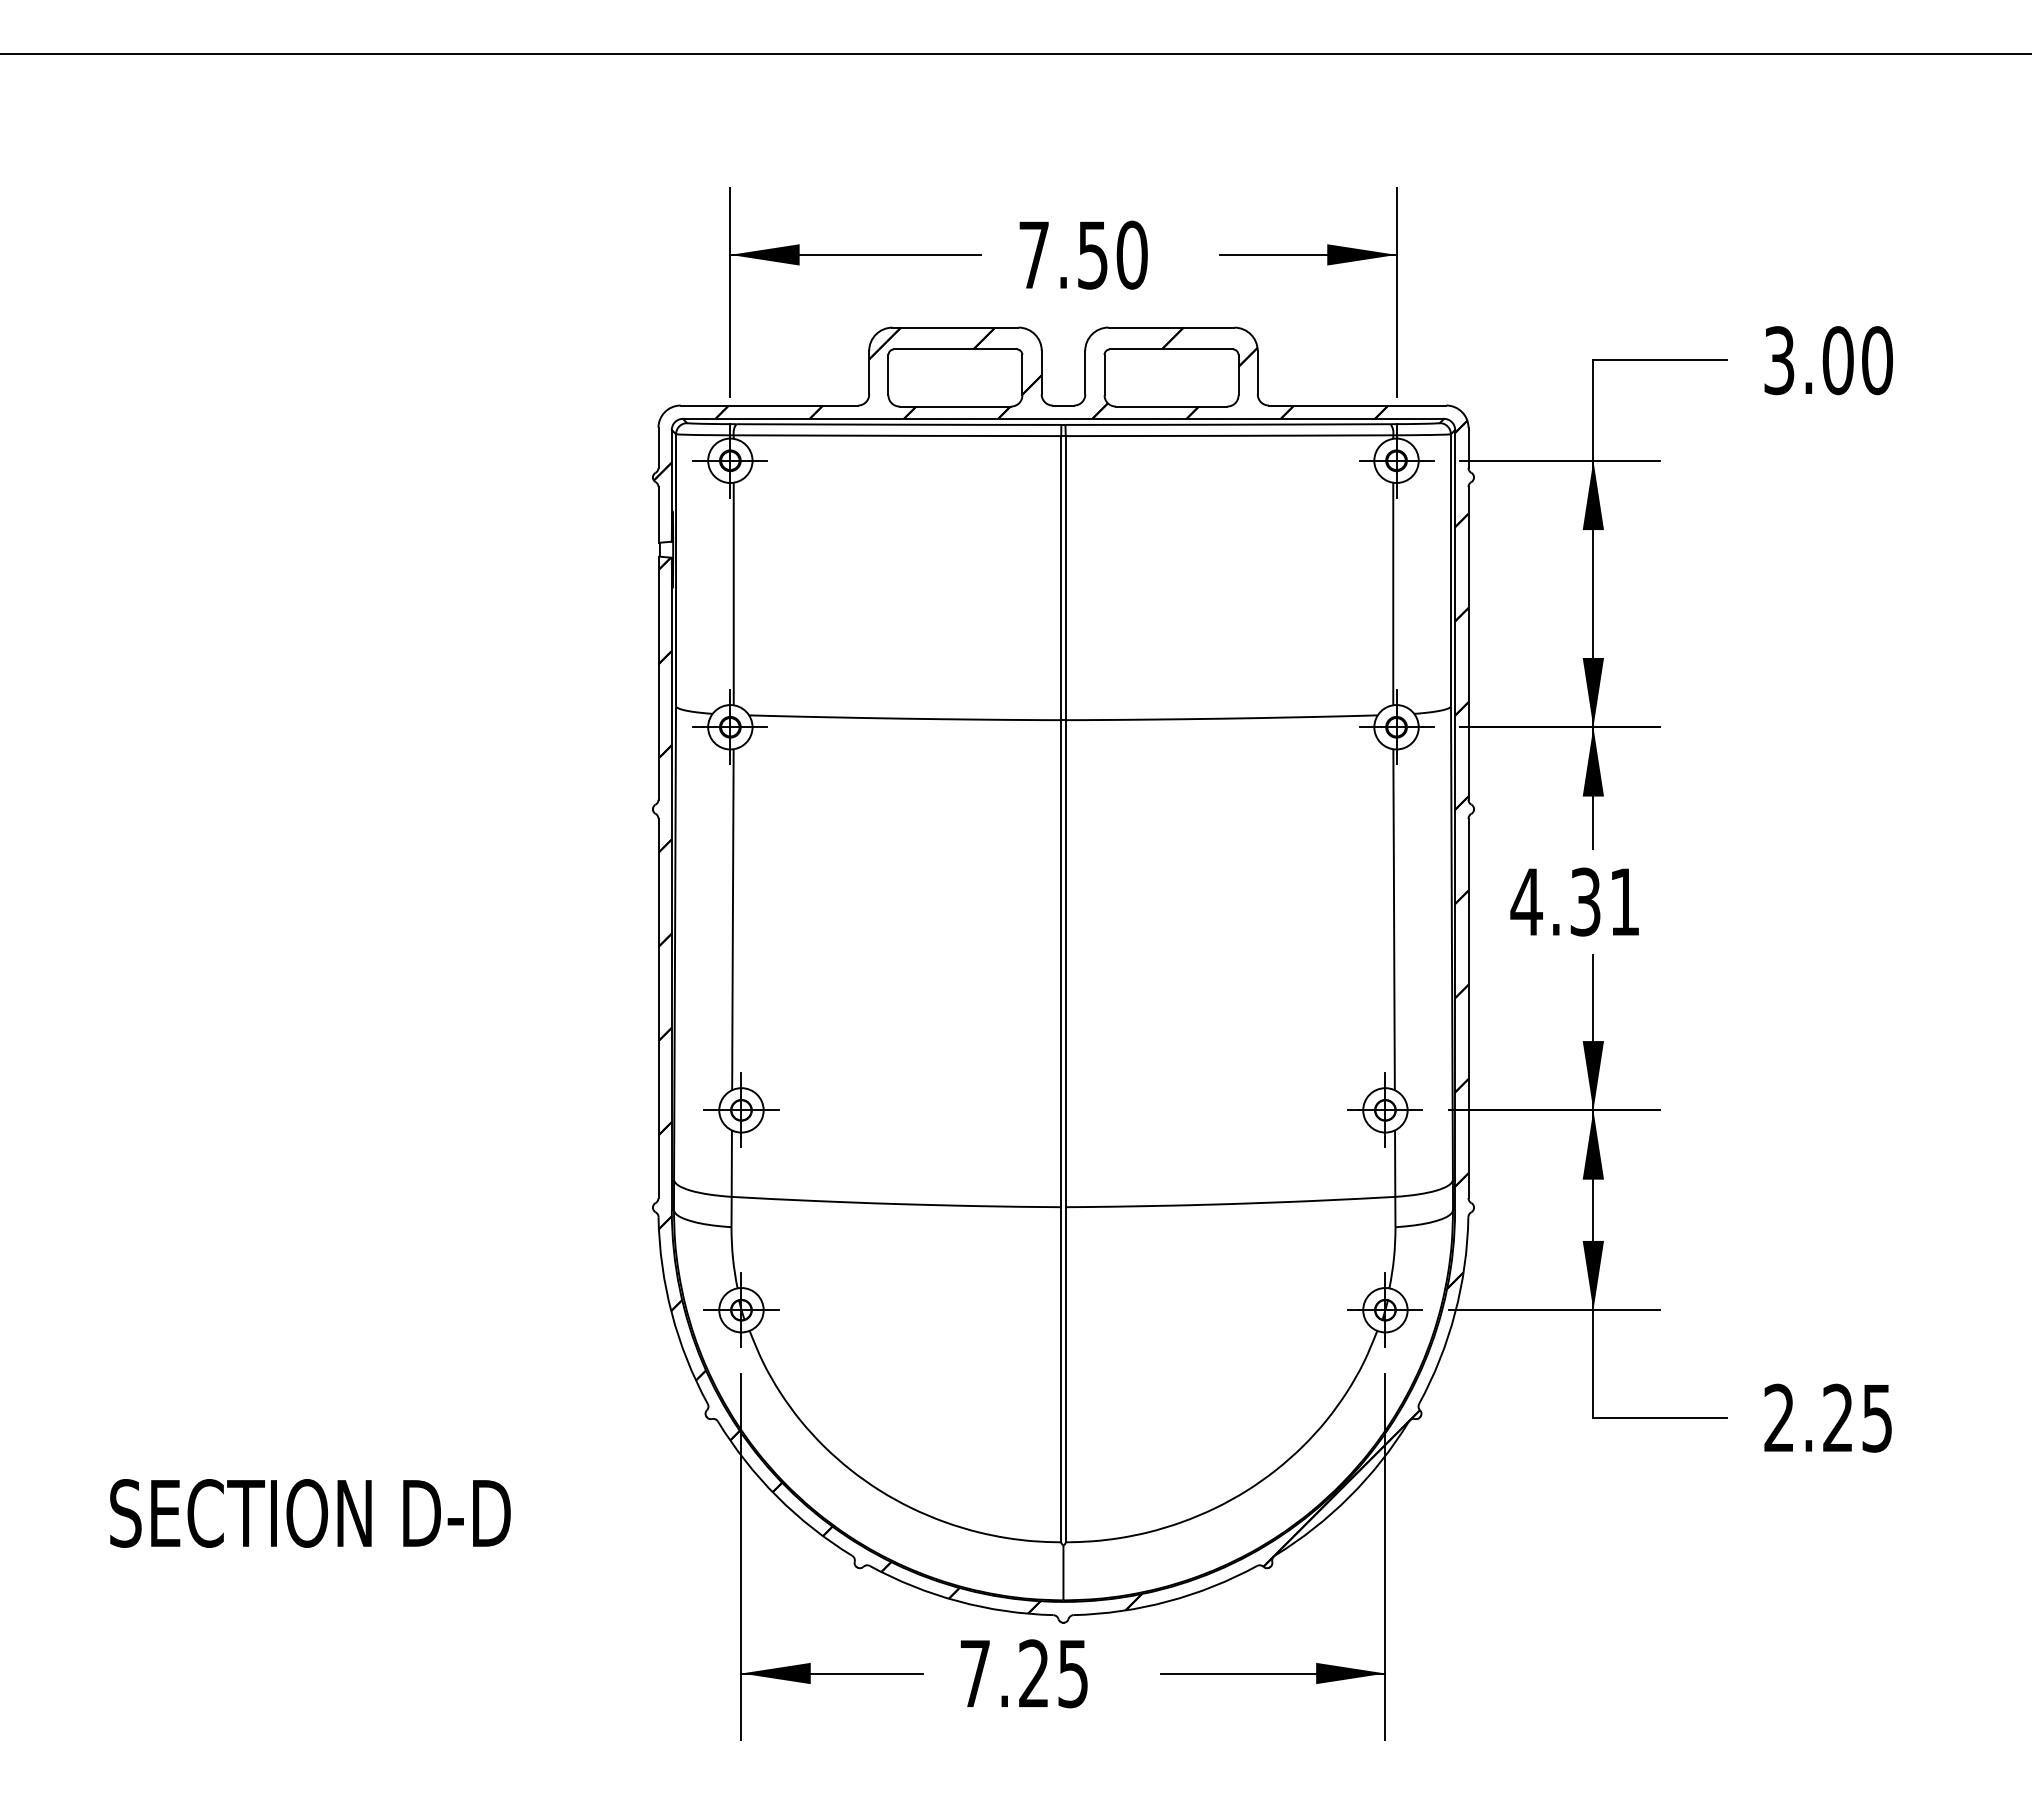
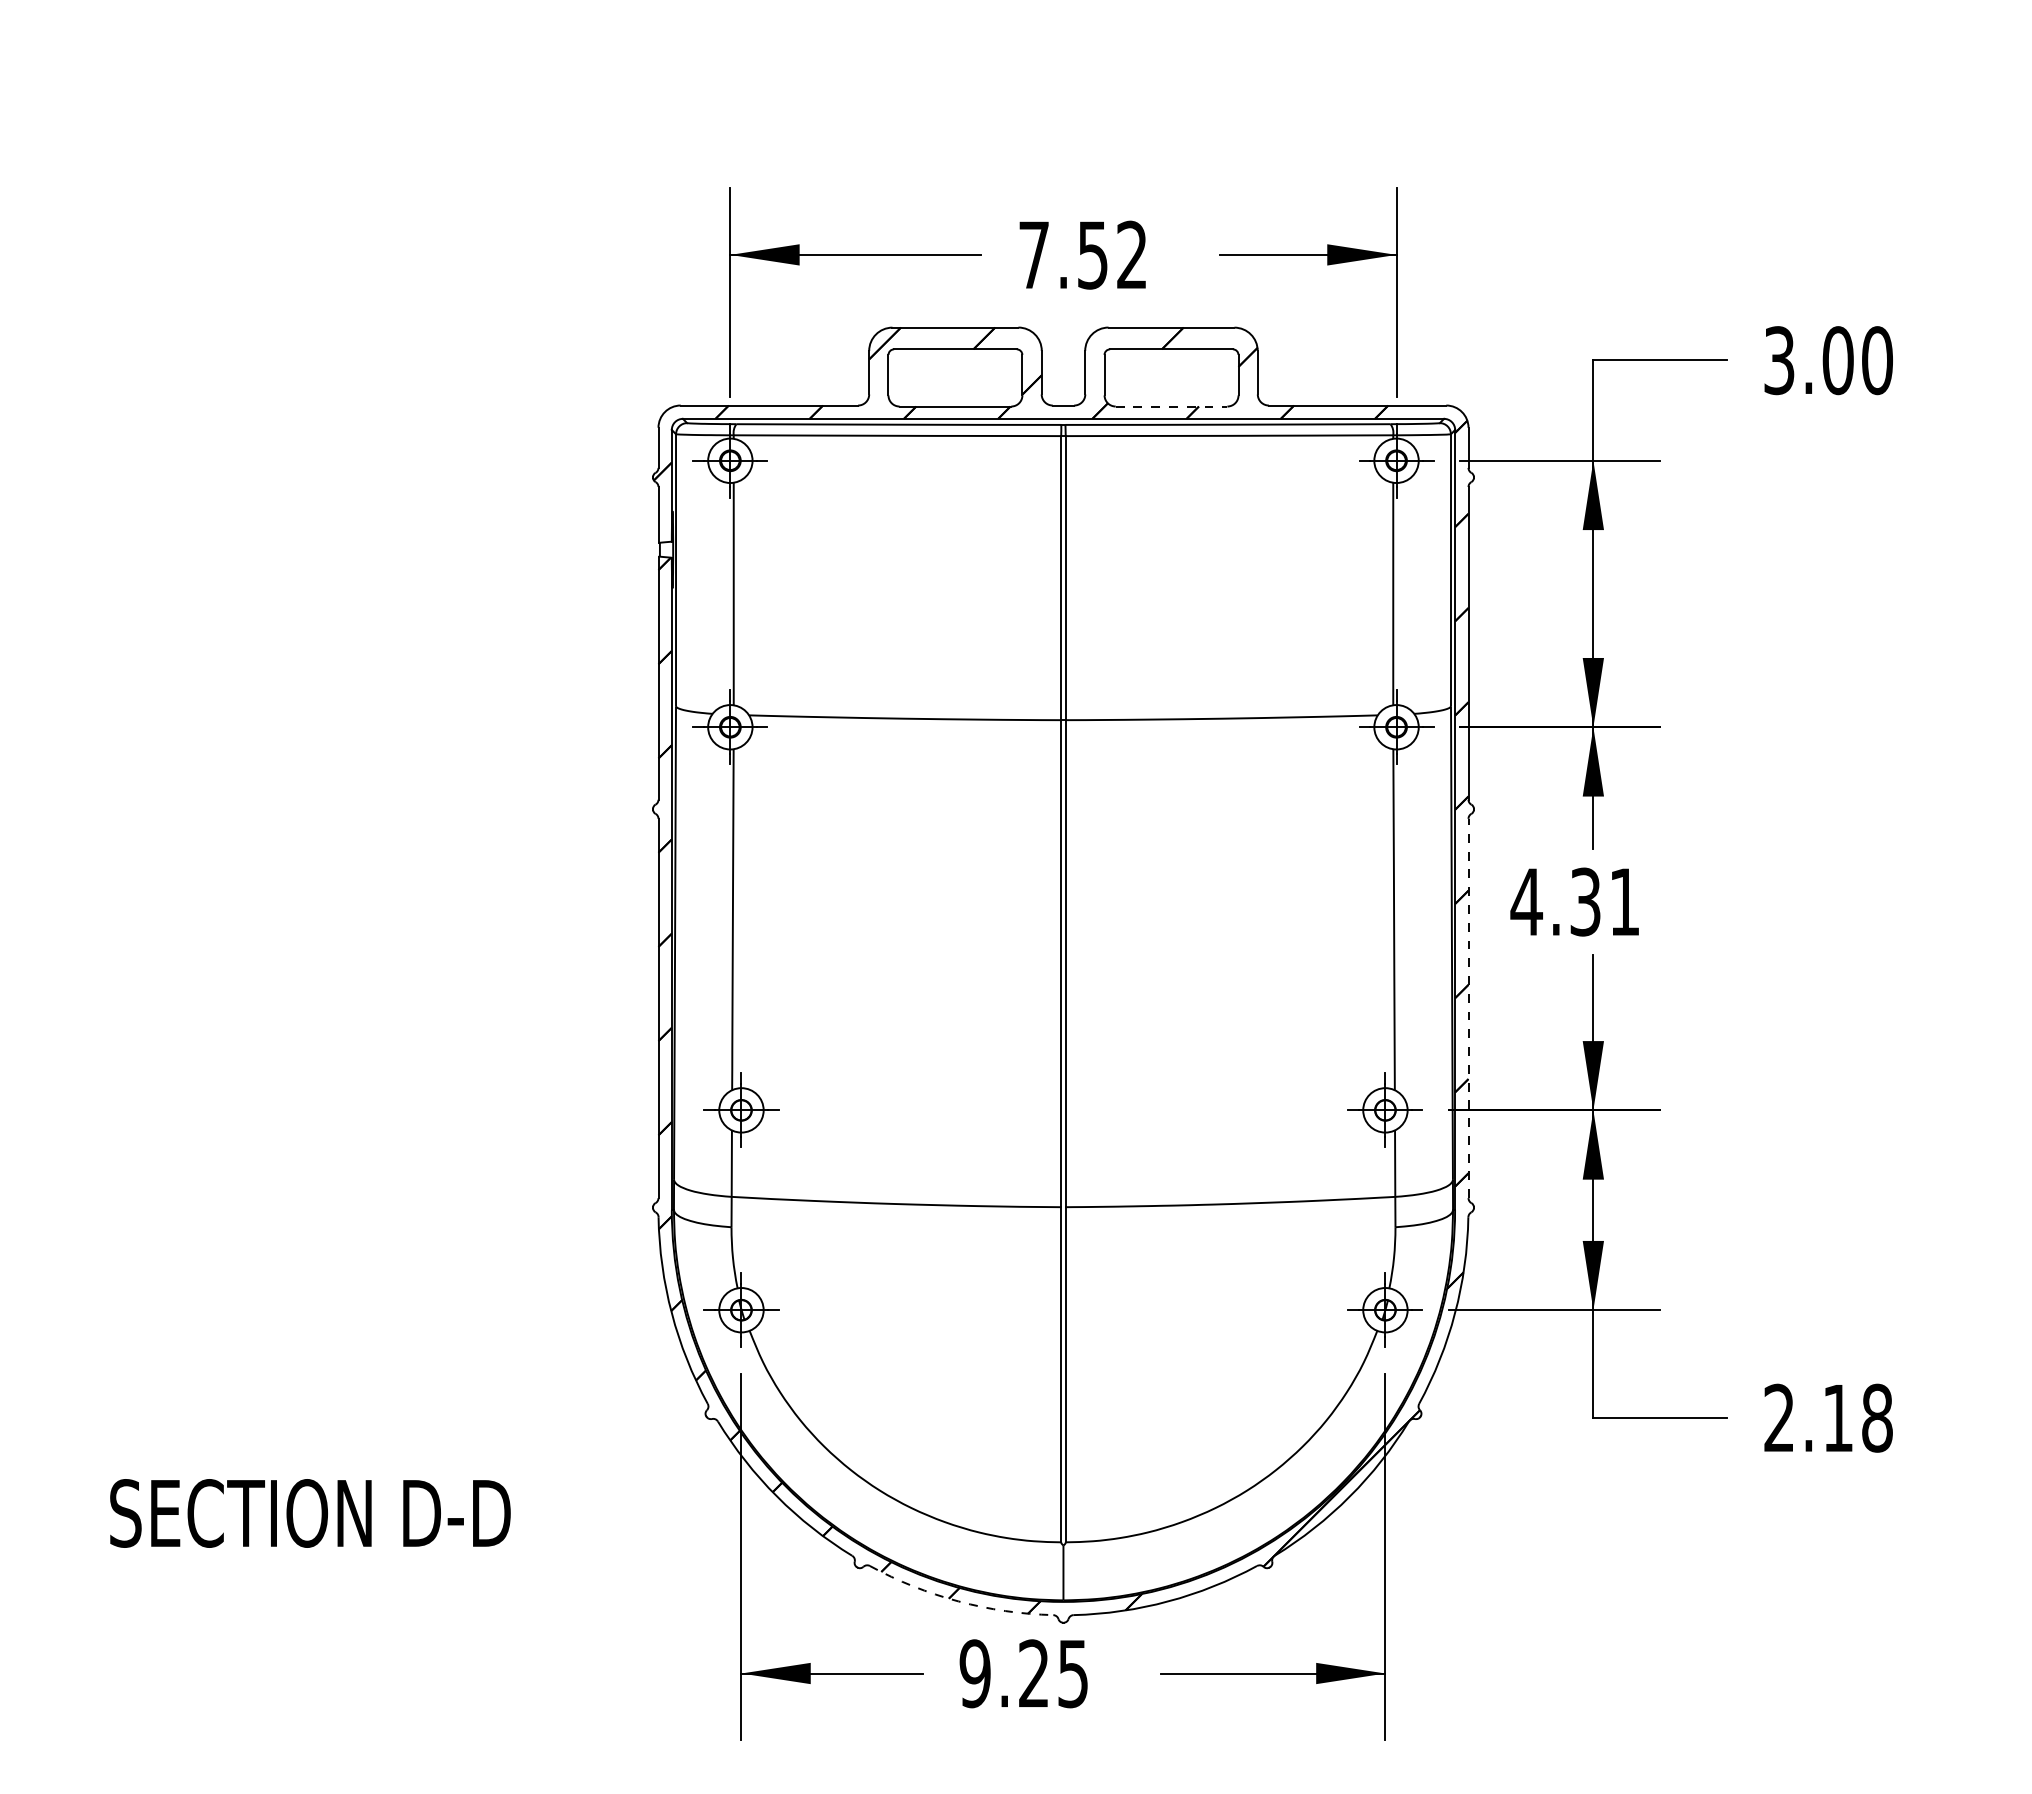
line at (1015, 53): present -> none
text at (1131, 254): 7.50 -> 7.52
line at (1171, 406): solid -> dashed
line at (1468, 1008): solid -> dashed
text at (1857, 1417): 2.25 -> 2.18
arc at (958, 1601): solid -> dashed
text at (974, 1673): 7.25 -> 9.25
